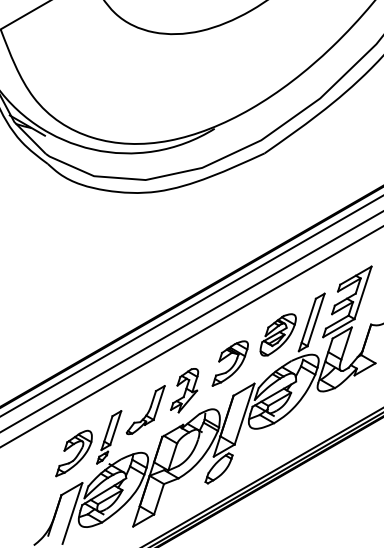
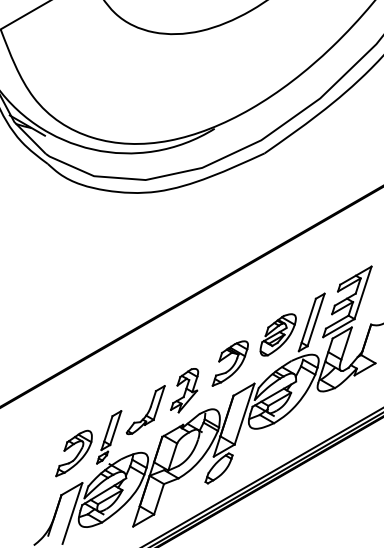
line at (191, 306): present -> none
line at (191, 321): present -> none
line at (191, 336): present -> none
